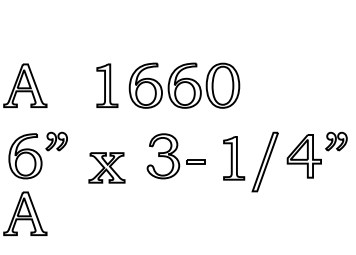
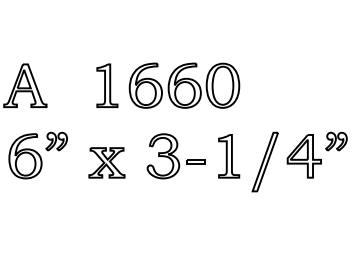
part at (234, 158) position: (234, 158) -> (229, 156)
part at (106, 167) position: (106, 167) -> (106, 162)
part at (25, 213): present -> none
